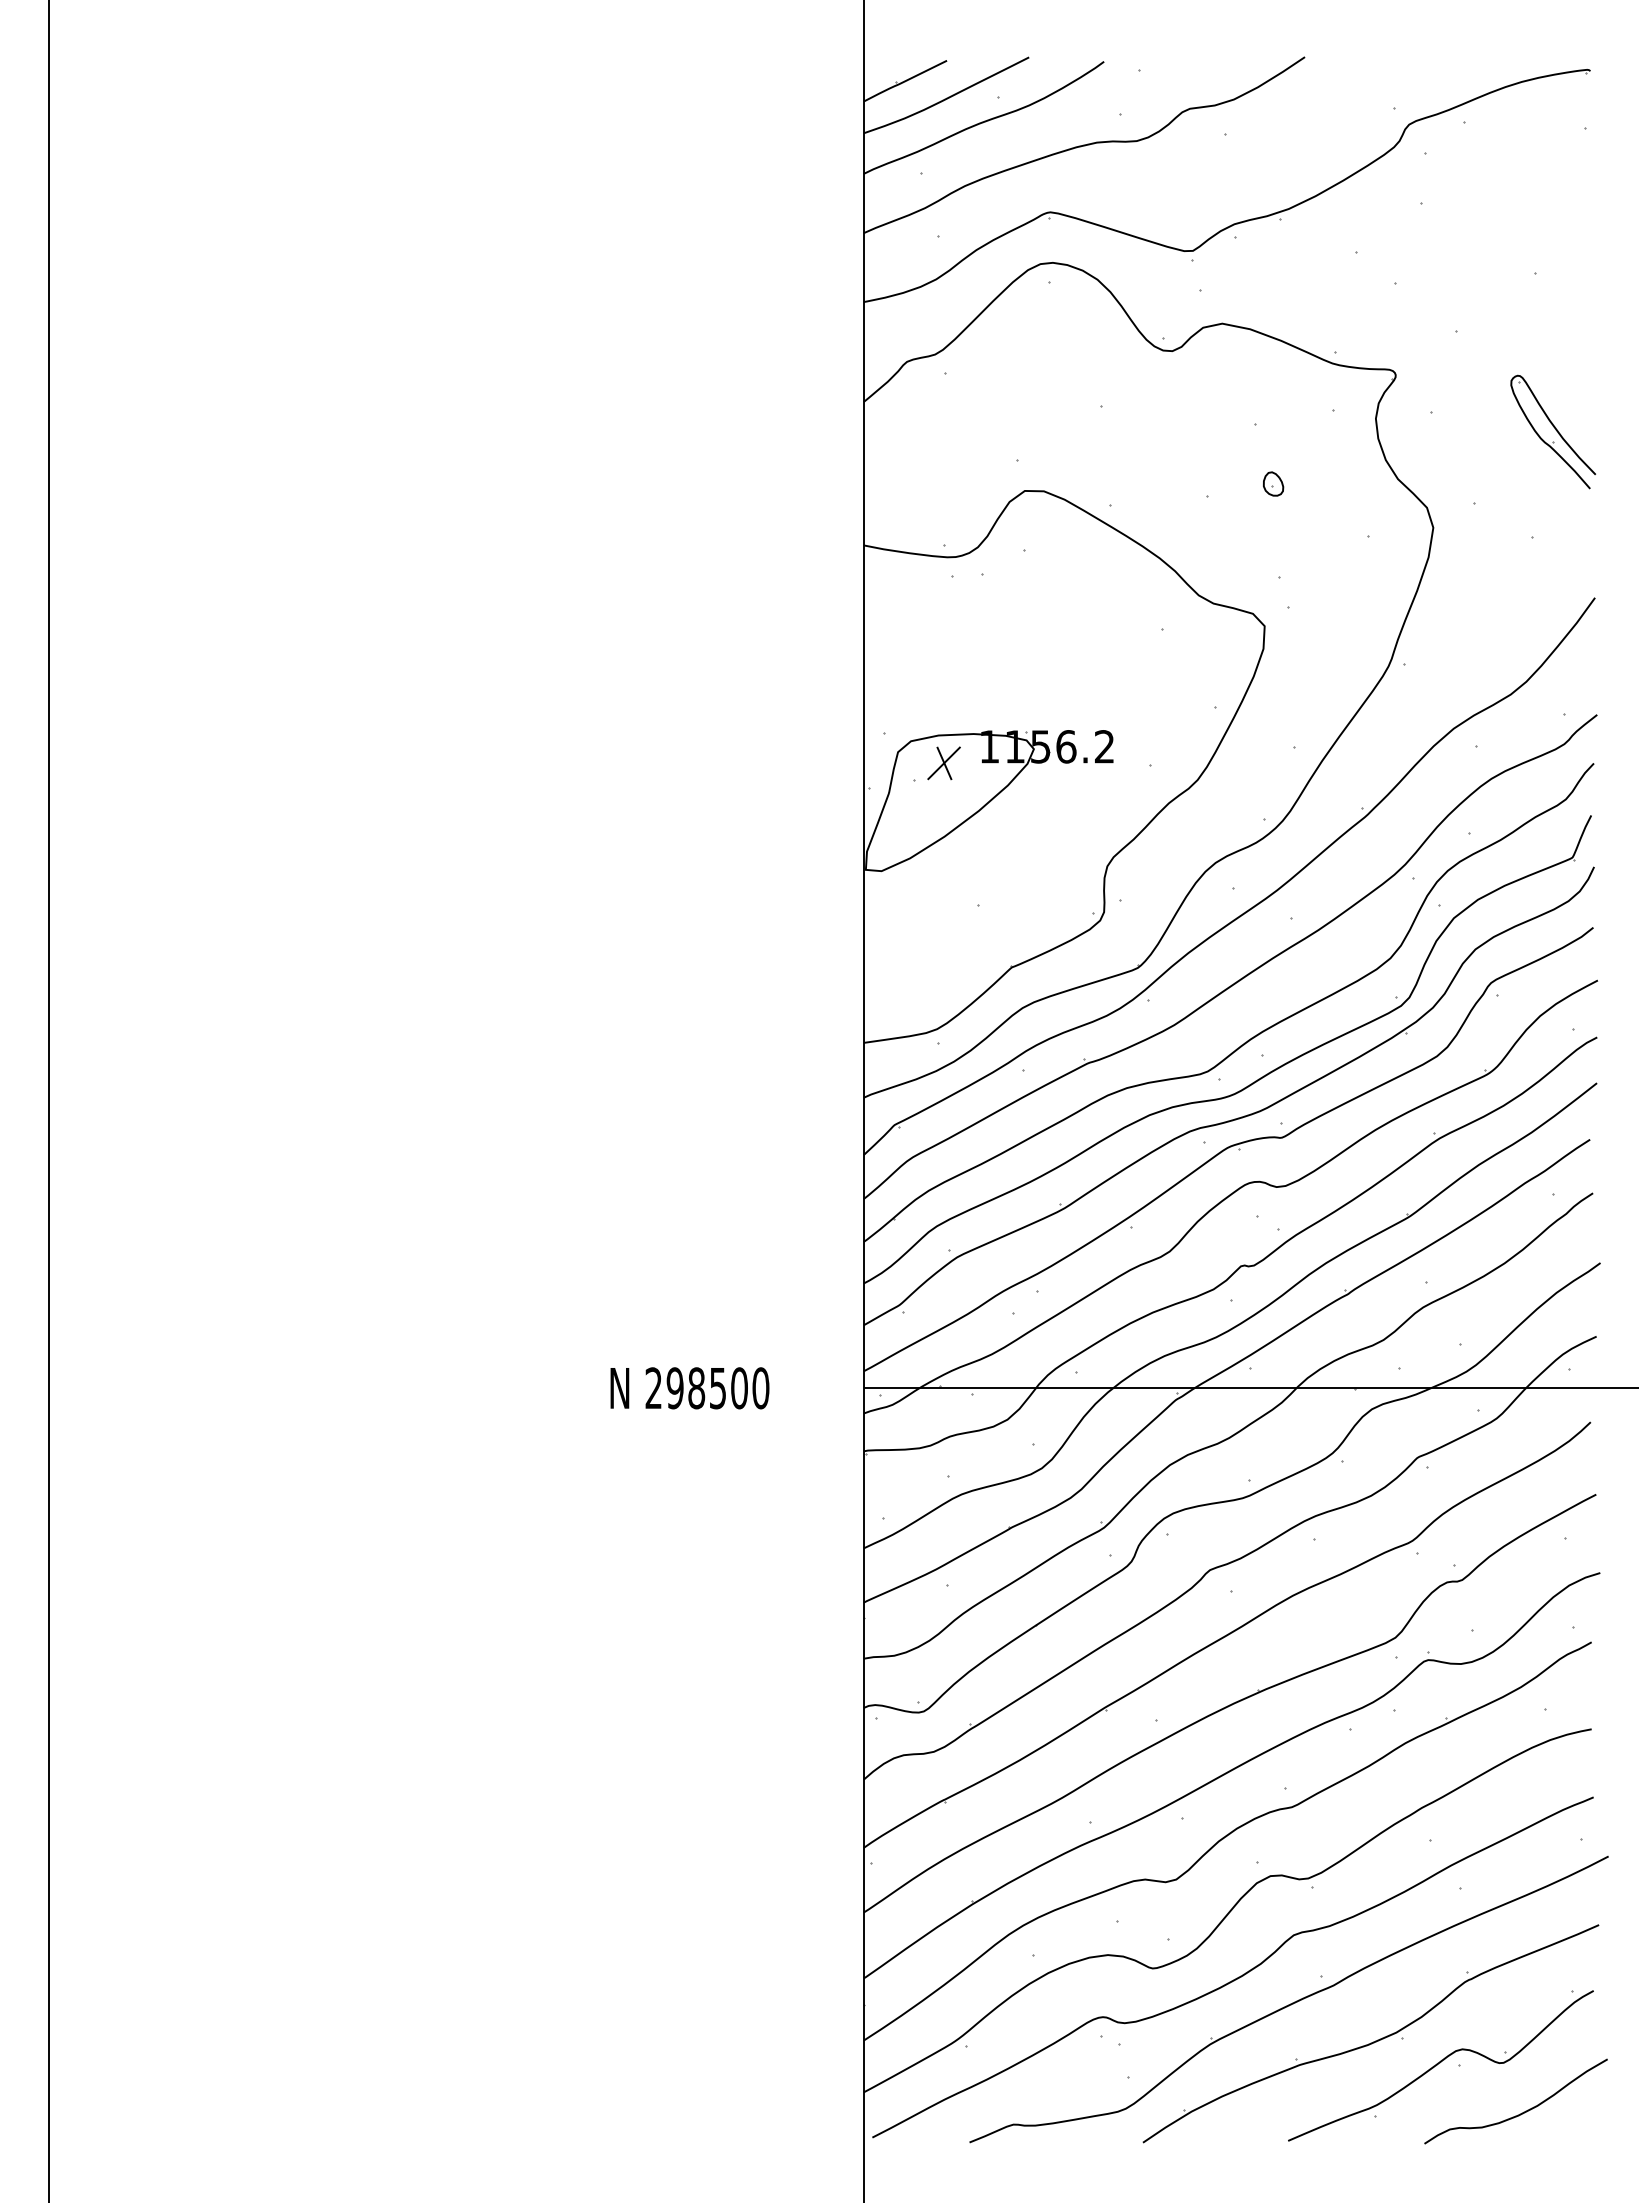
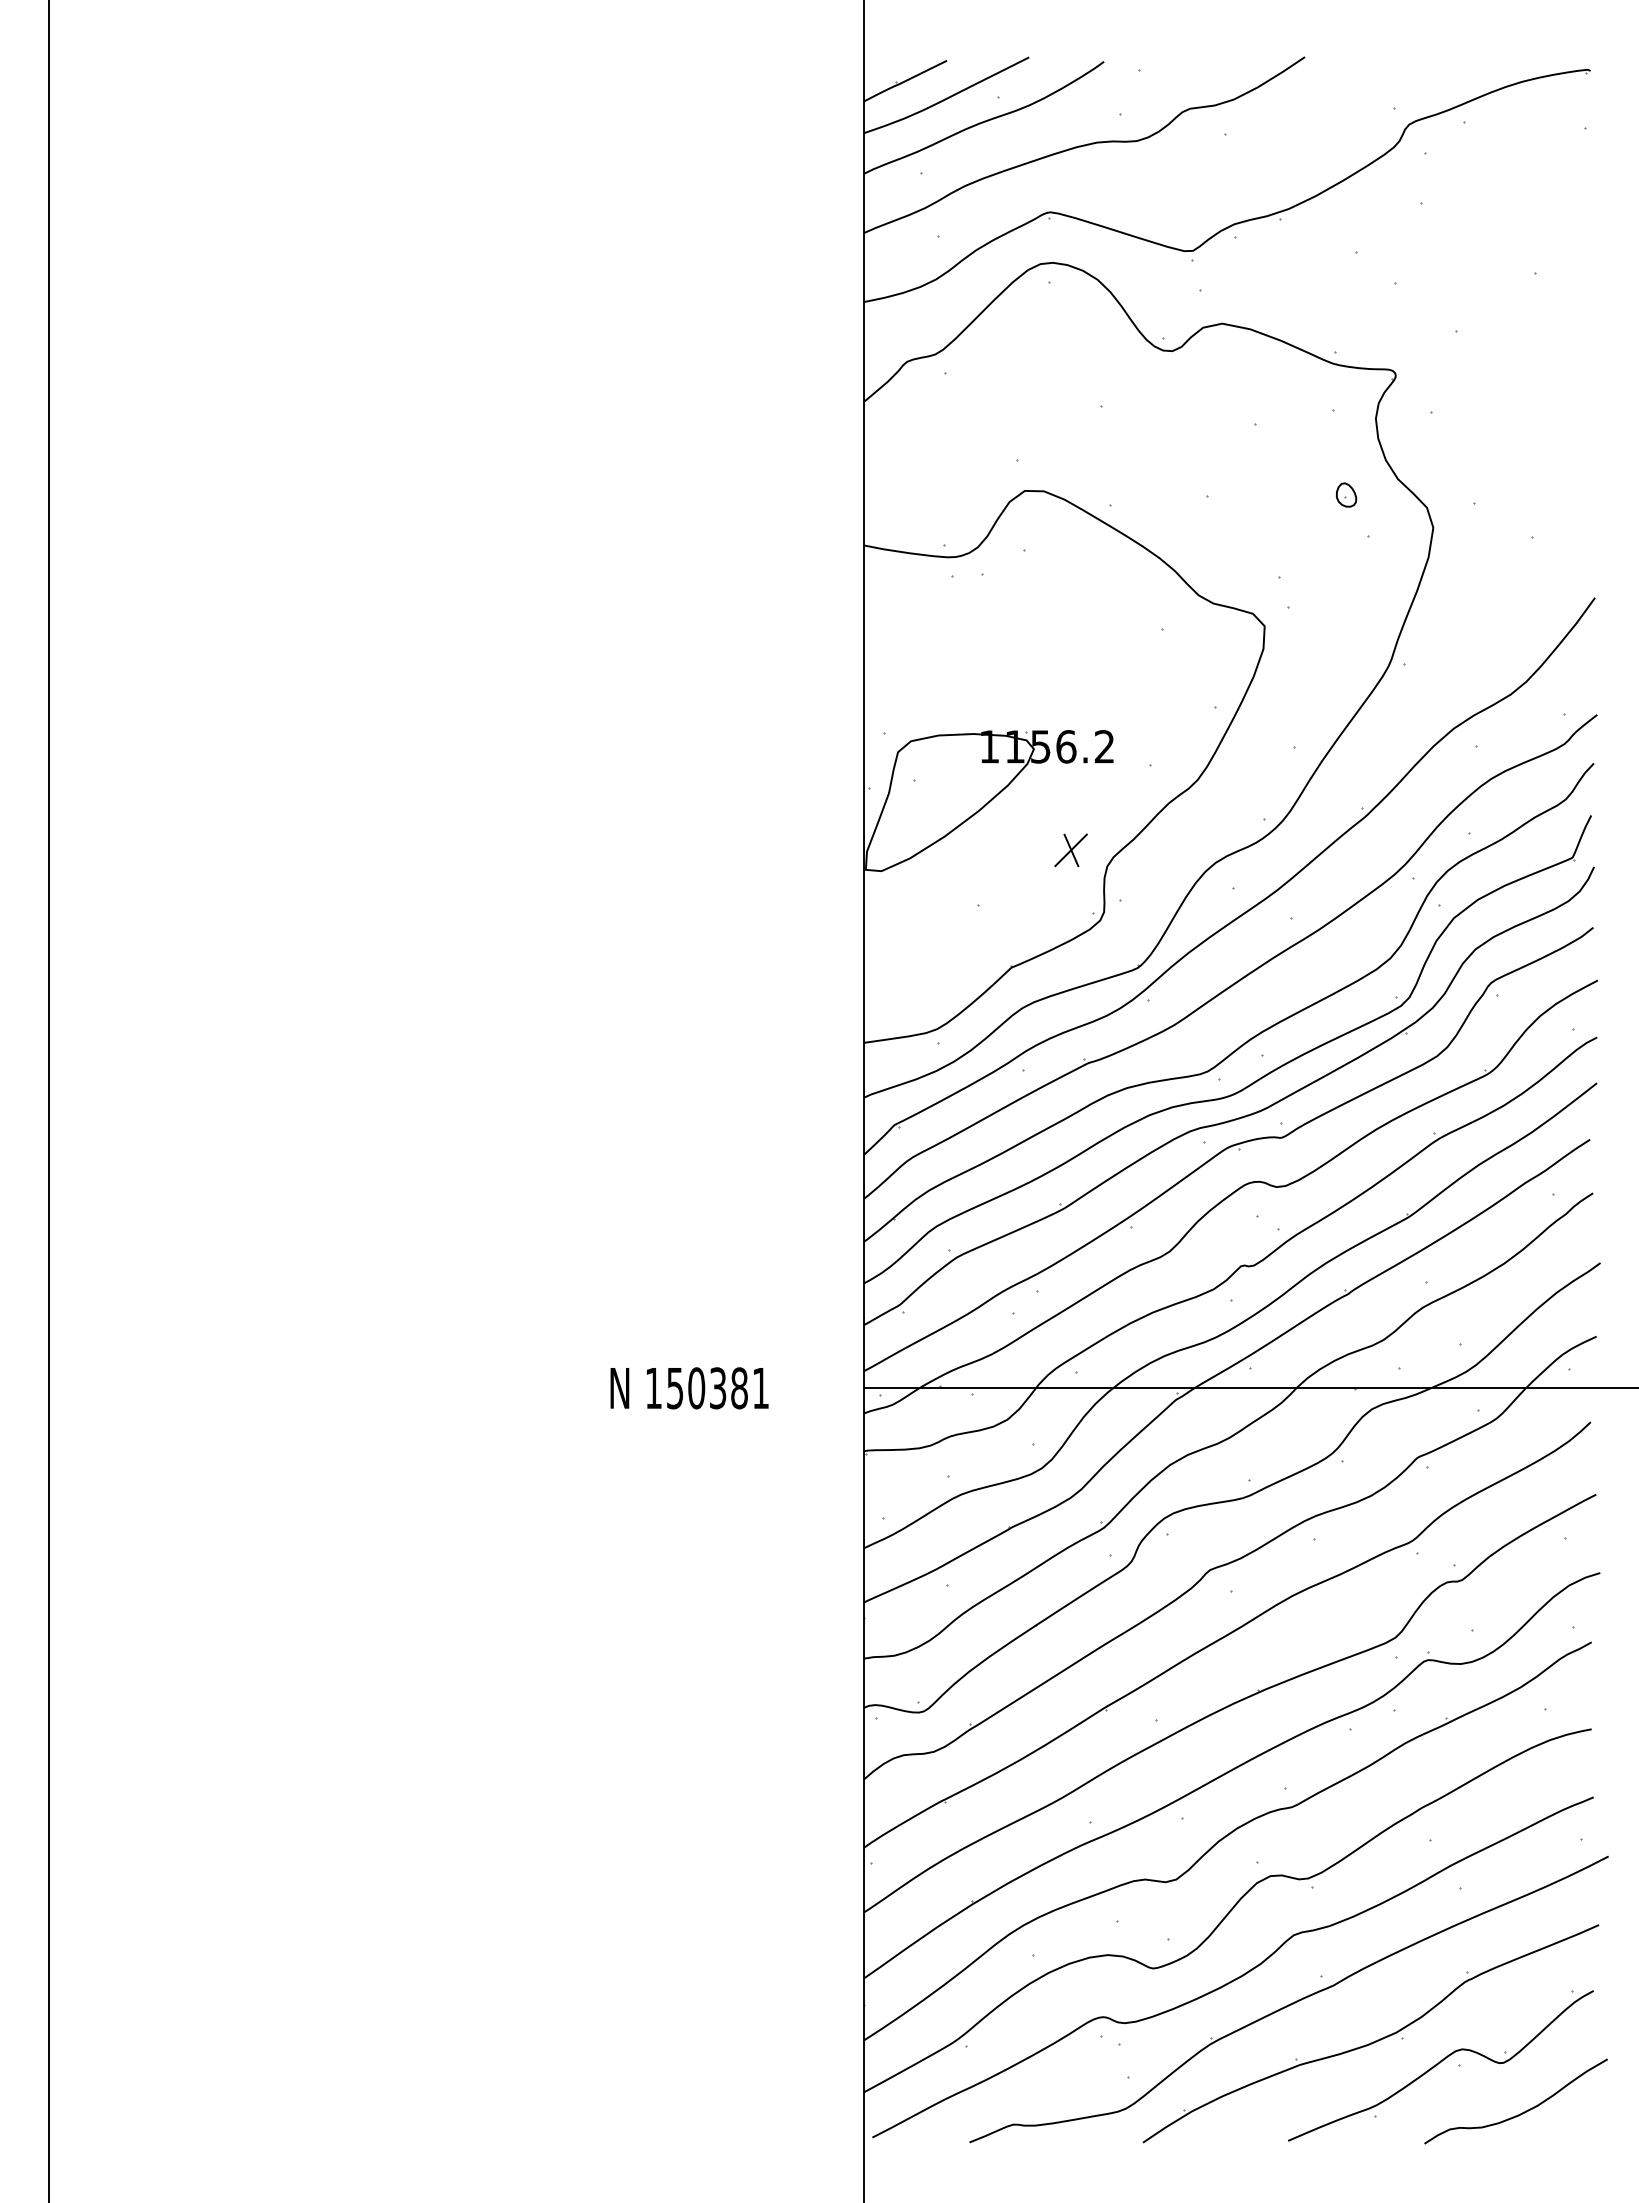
part at (1553, 431): present -> none
part at (1273, 483) position: (1273, 483) -> (1346, 494)
part at (943, 763) position: (943, 763) -> (1070, 850)
text at (707, 1388): 298500 -> 150381
